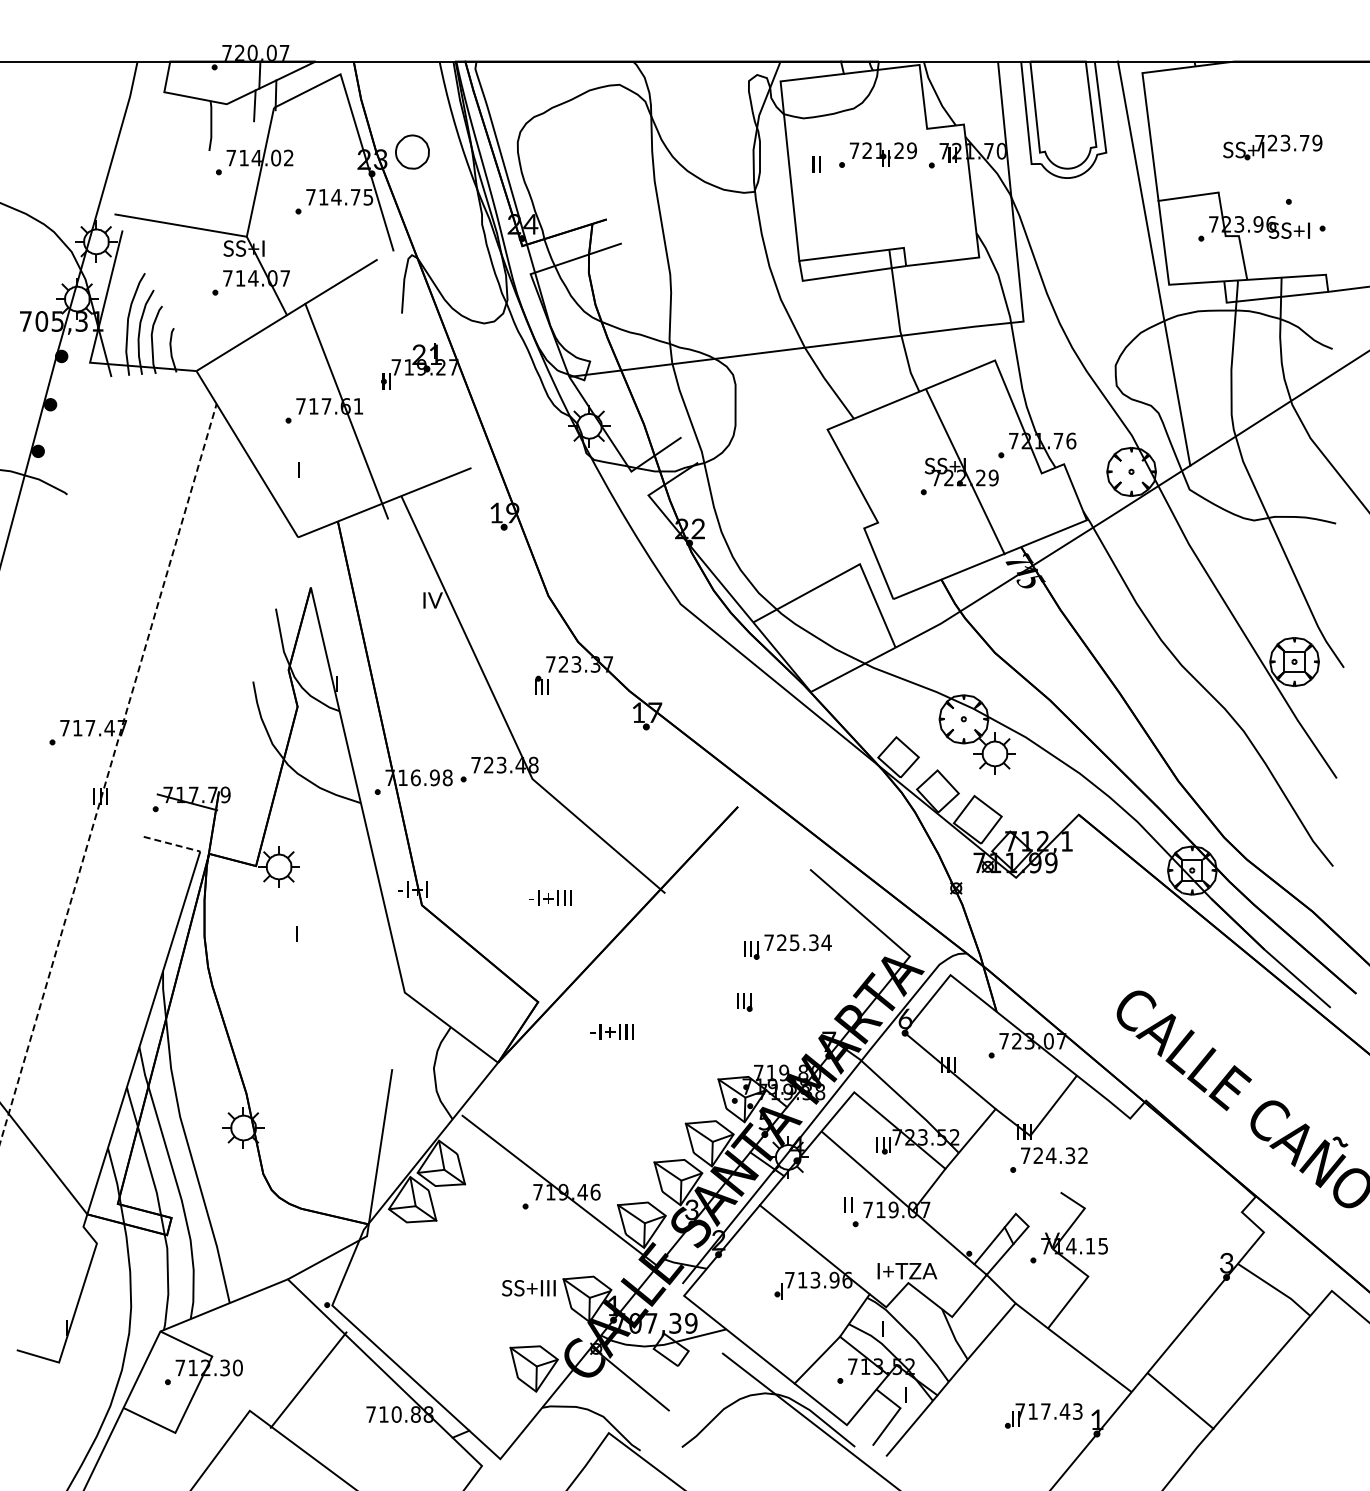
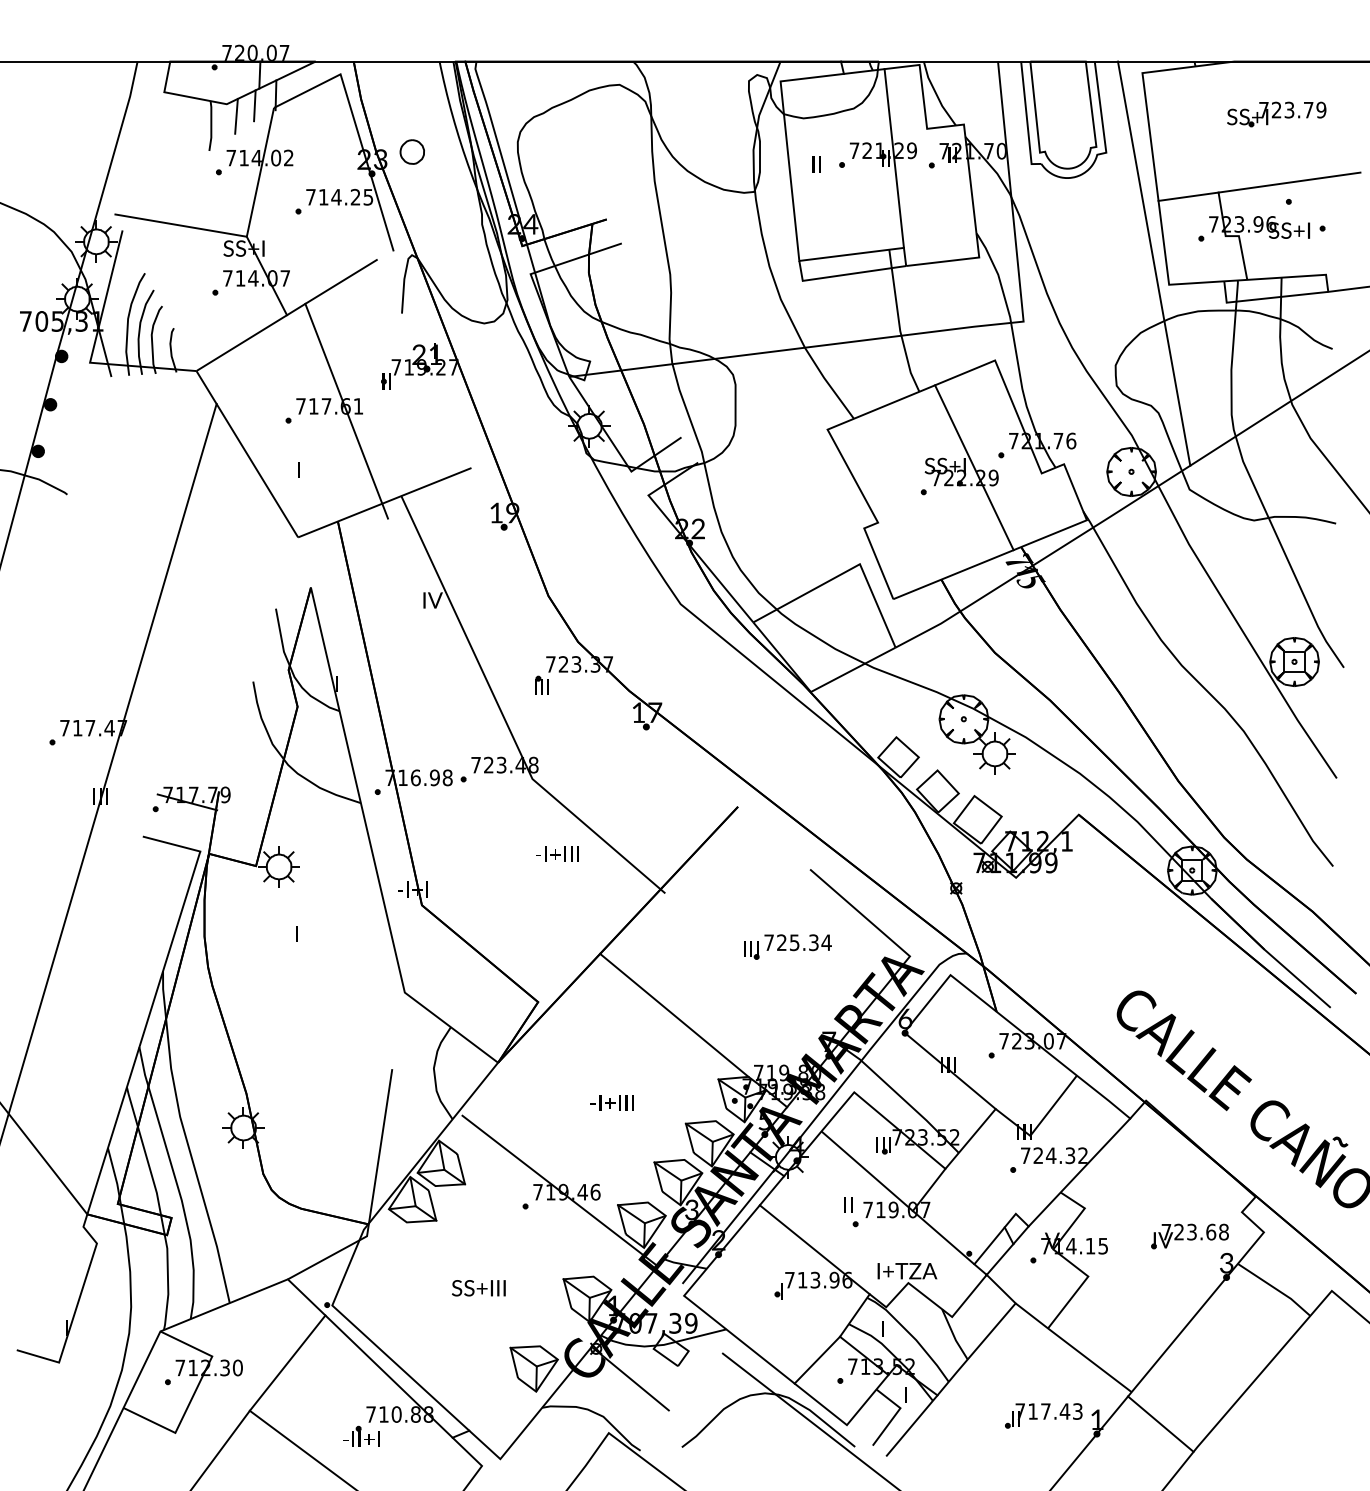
line at (236, 115): none -> present
part at (1272, 147) position: (1272, 147) -> (1276, 114)
part at (412, 151) size: 35x36 px -> 26x26 px
line at (893, 158): none -> present
line at (1289, 182): none -> present
text at (355, 196): 714.75 -> 714.25
line at (965, 471) position: (965, 471) -> (974, 467)
line at (108, 773): dashed -> solid
line at (172, 844): dashed -> solid
text at (550, 897) position: (550, 897) -> (557, 853)
part at (744, 1002): present -> none
line at (674, 1014): none -> present
text at (611, 1031) position: (611, 1031) -> (611, 1102)
line at (1079, 1172): none -> present
part at (1189, 1236): none -> present
text at (528, 1288) position: (528, 1288) -> (478, 1288)
line at (308, 1379) position: (308, 1379) -> (287, 1362)
line at (1180, 1400) position: (1180, 1400) -> (1160, 1423)
part at (361, 1435): none -> present
